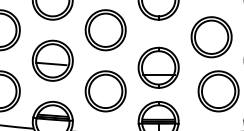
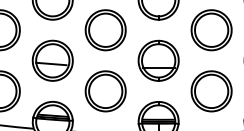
part at (211, 37) position: (211, 37) -> (211, 30)
part at (158, 67) position: (158, 67) -> (158, 60)
part at (218, 91) position: (218, 91) -> (211, 91)
